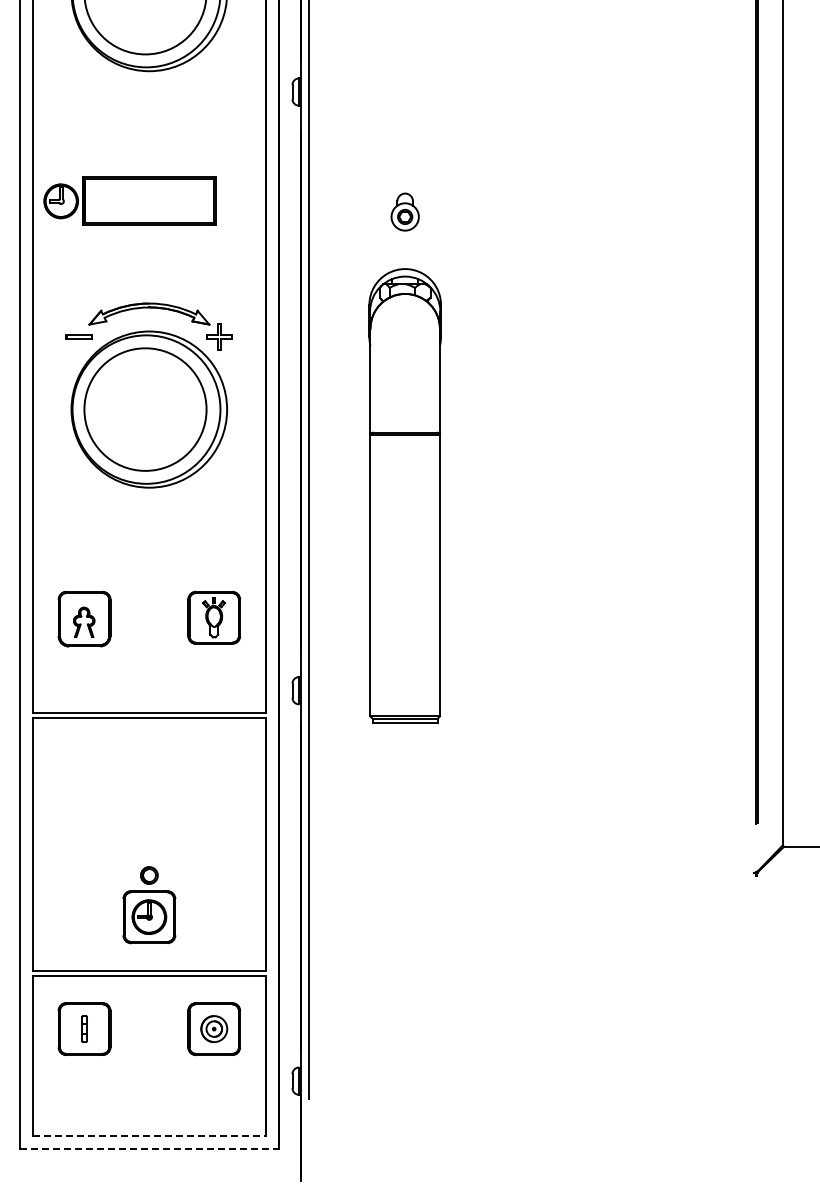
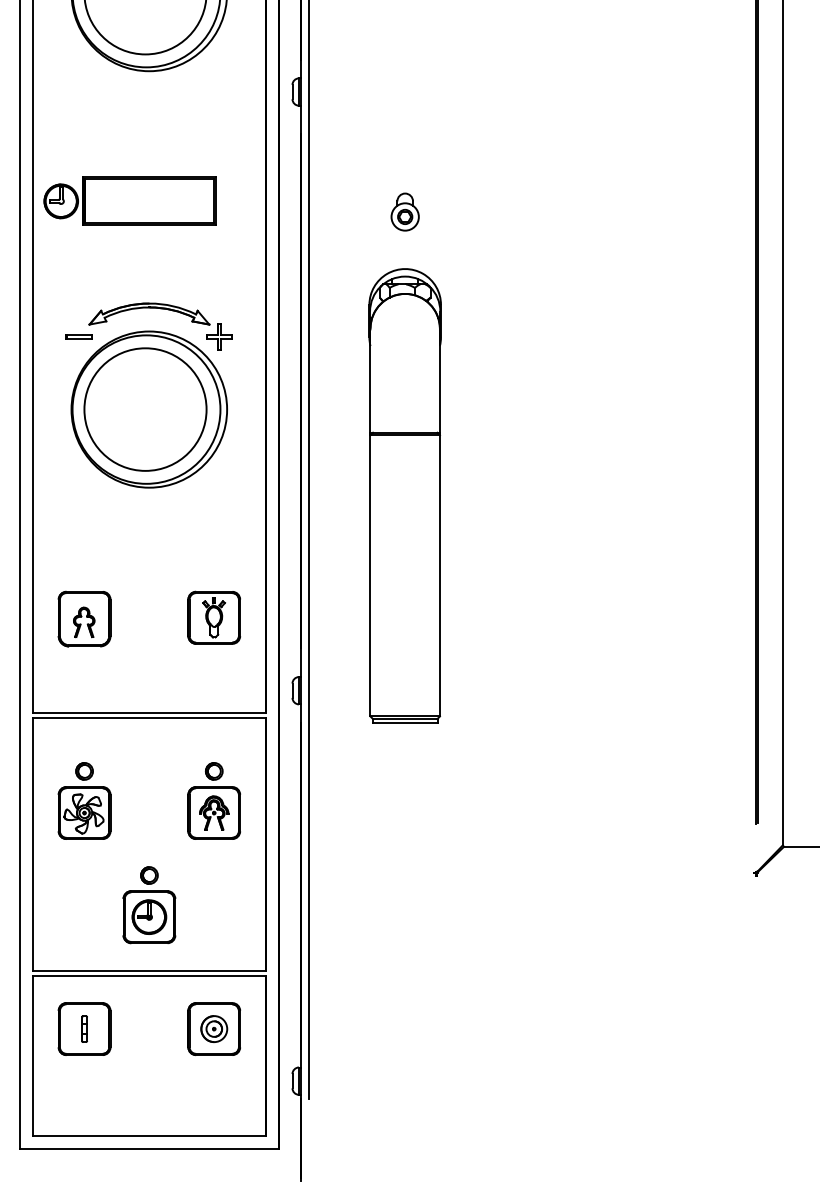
part at (84, 800): none -> present
part at (213, 800): none -> present
line at (149, 1135): dashed -> solid
line at (149, 1148): dashed -> solid
